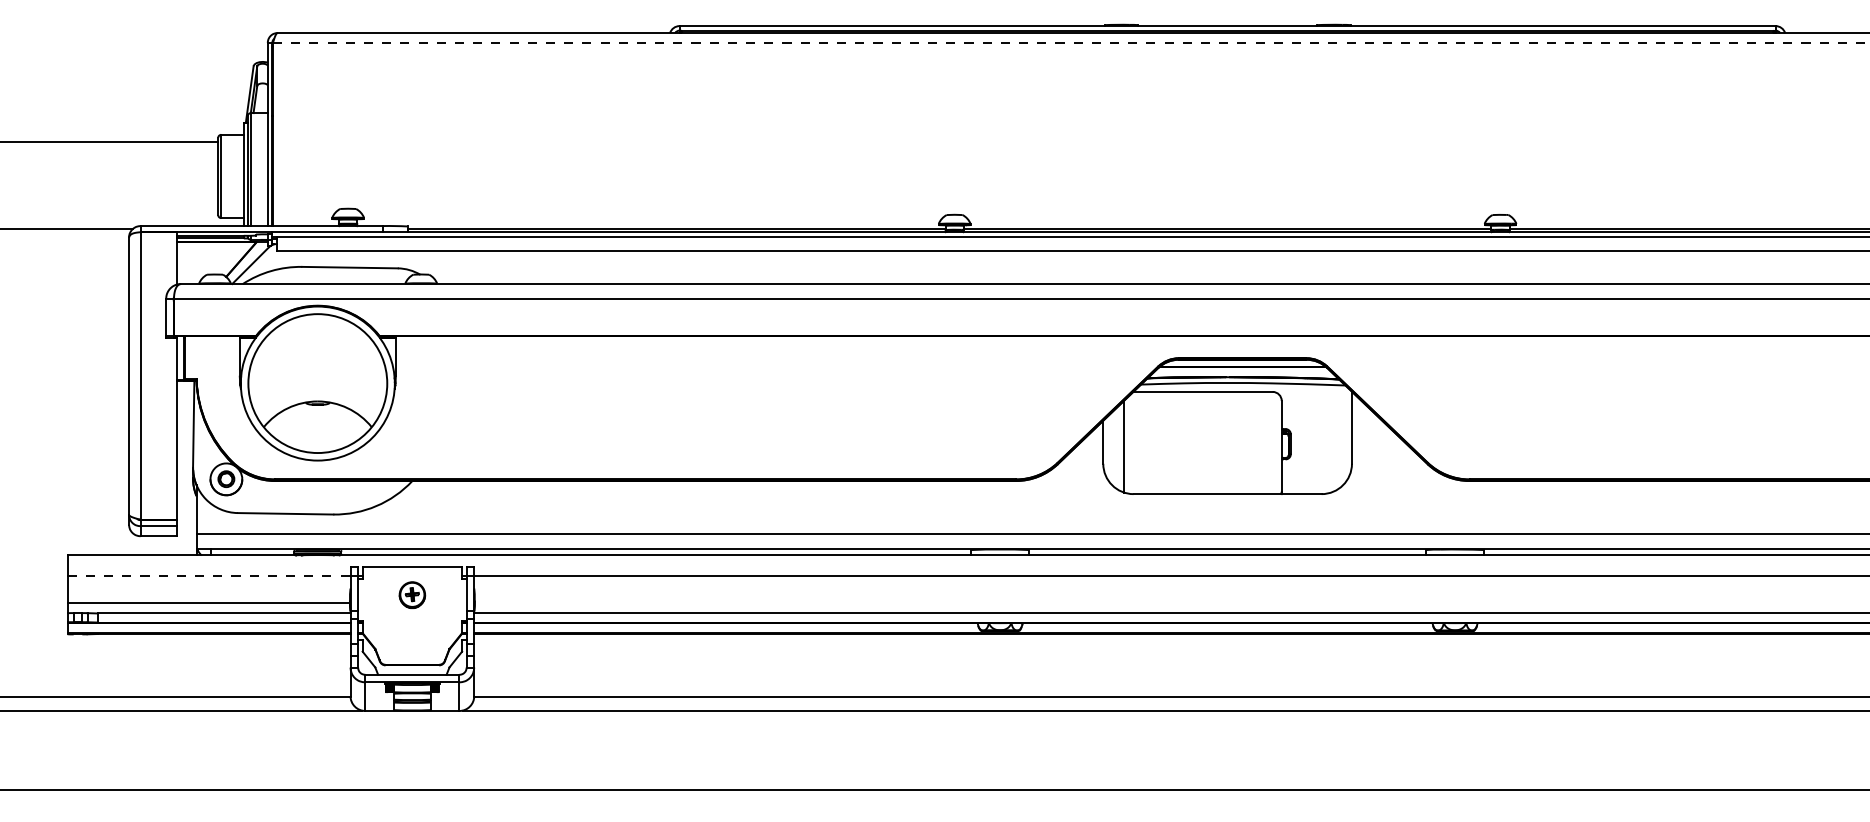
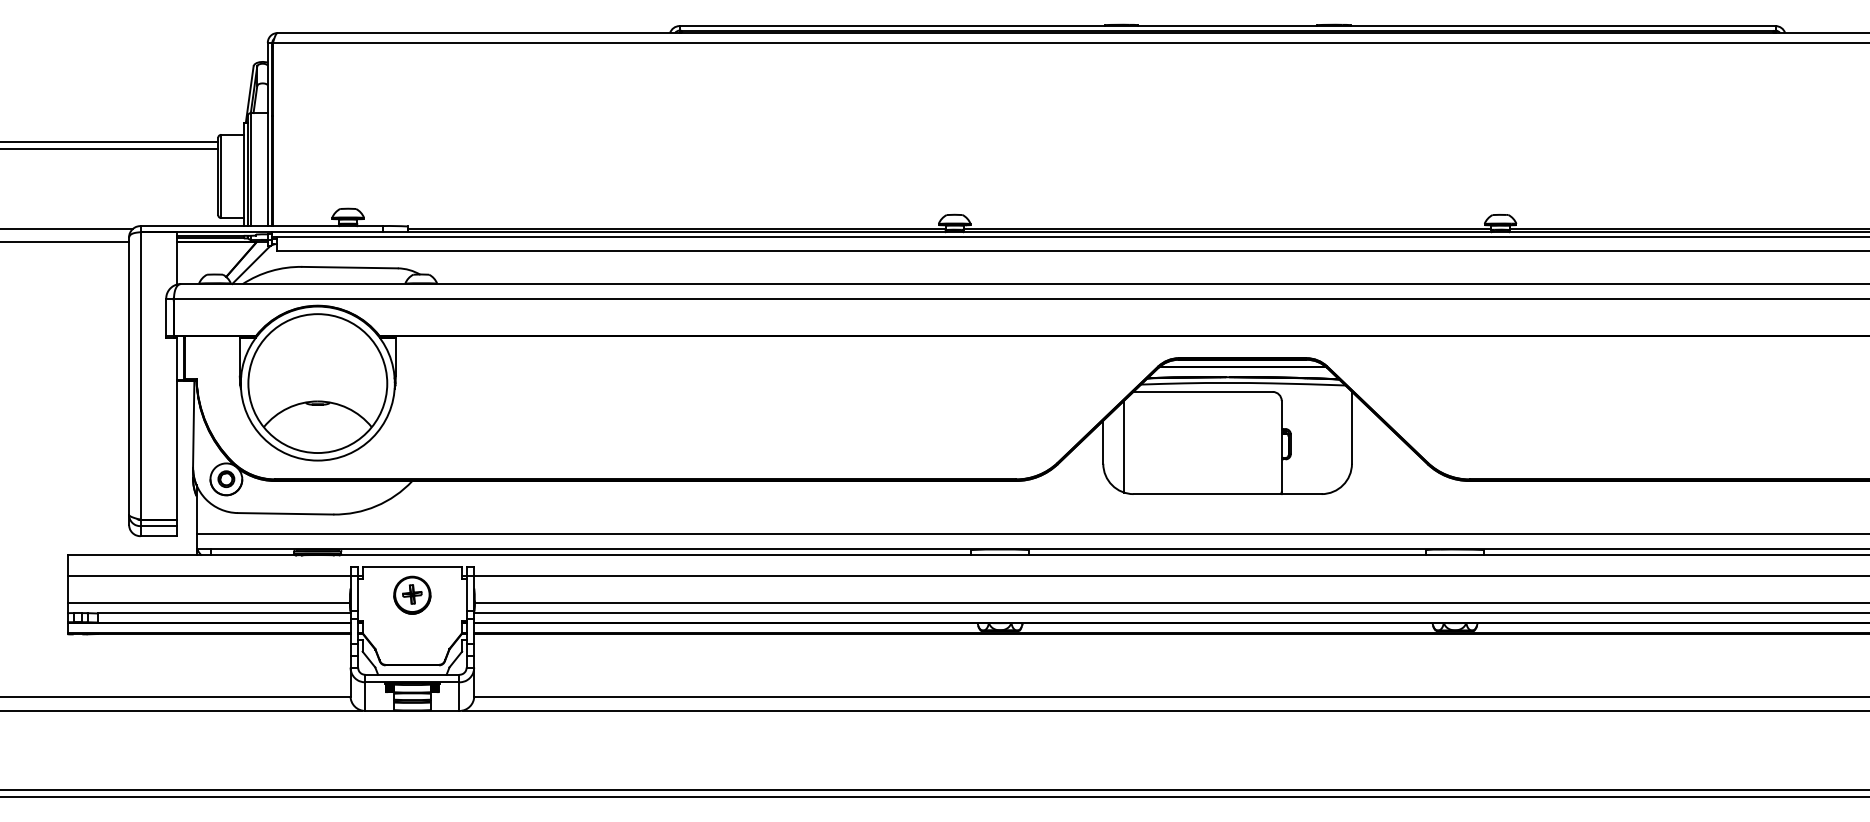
line at (1071, 42): dashed -> solid
line at (110, 149): none -> present
line at (65, 241): none -> present
line at (209, 575): dashed -> solid
part at (412, 594) size: 29x28 px -> 39x40 px
line at (1170, 602): none -> present
line at (934, 797): none -> present
